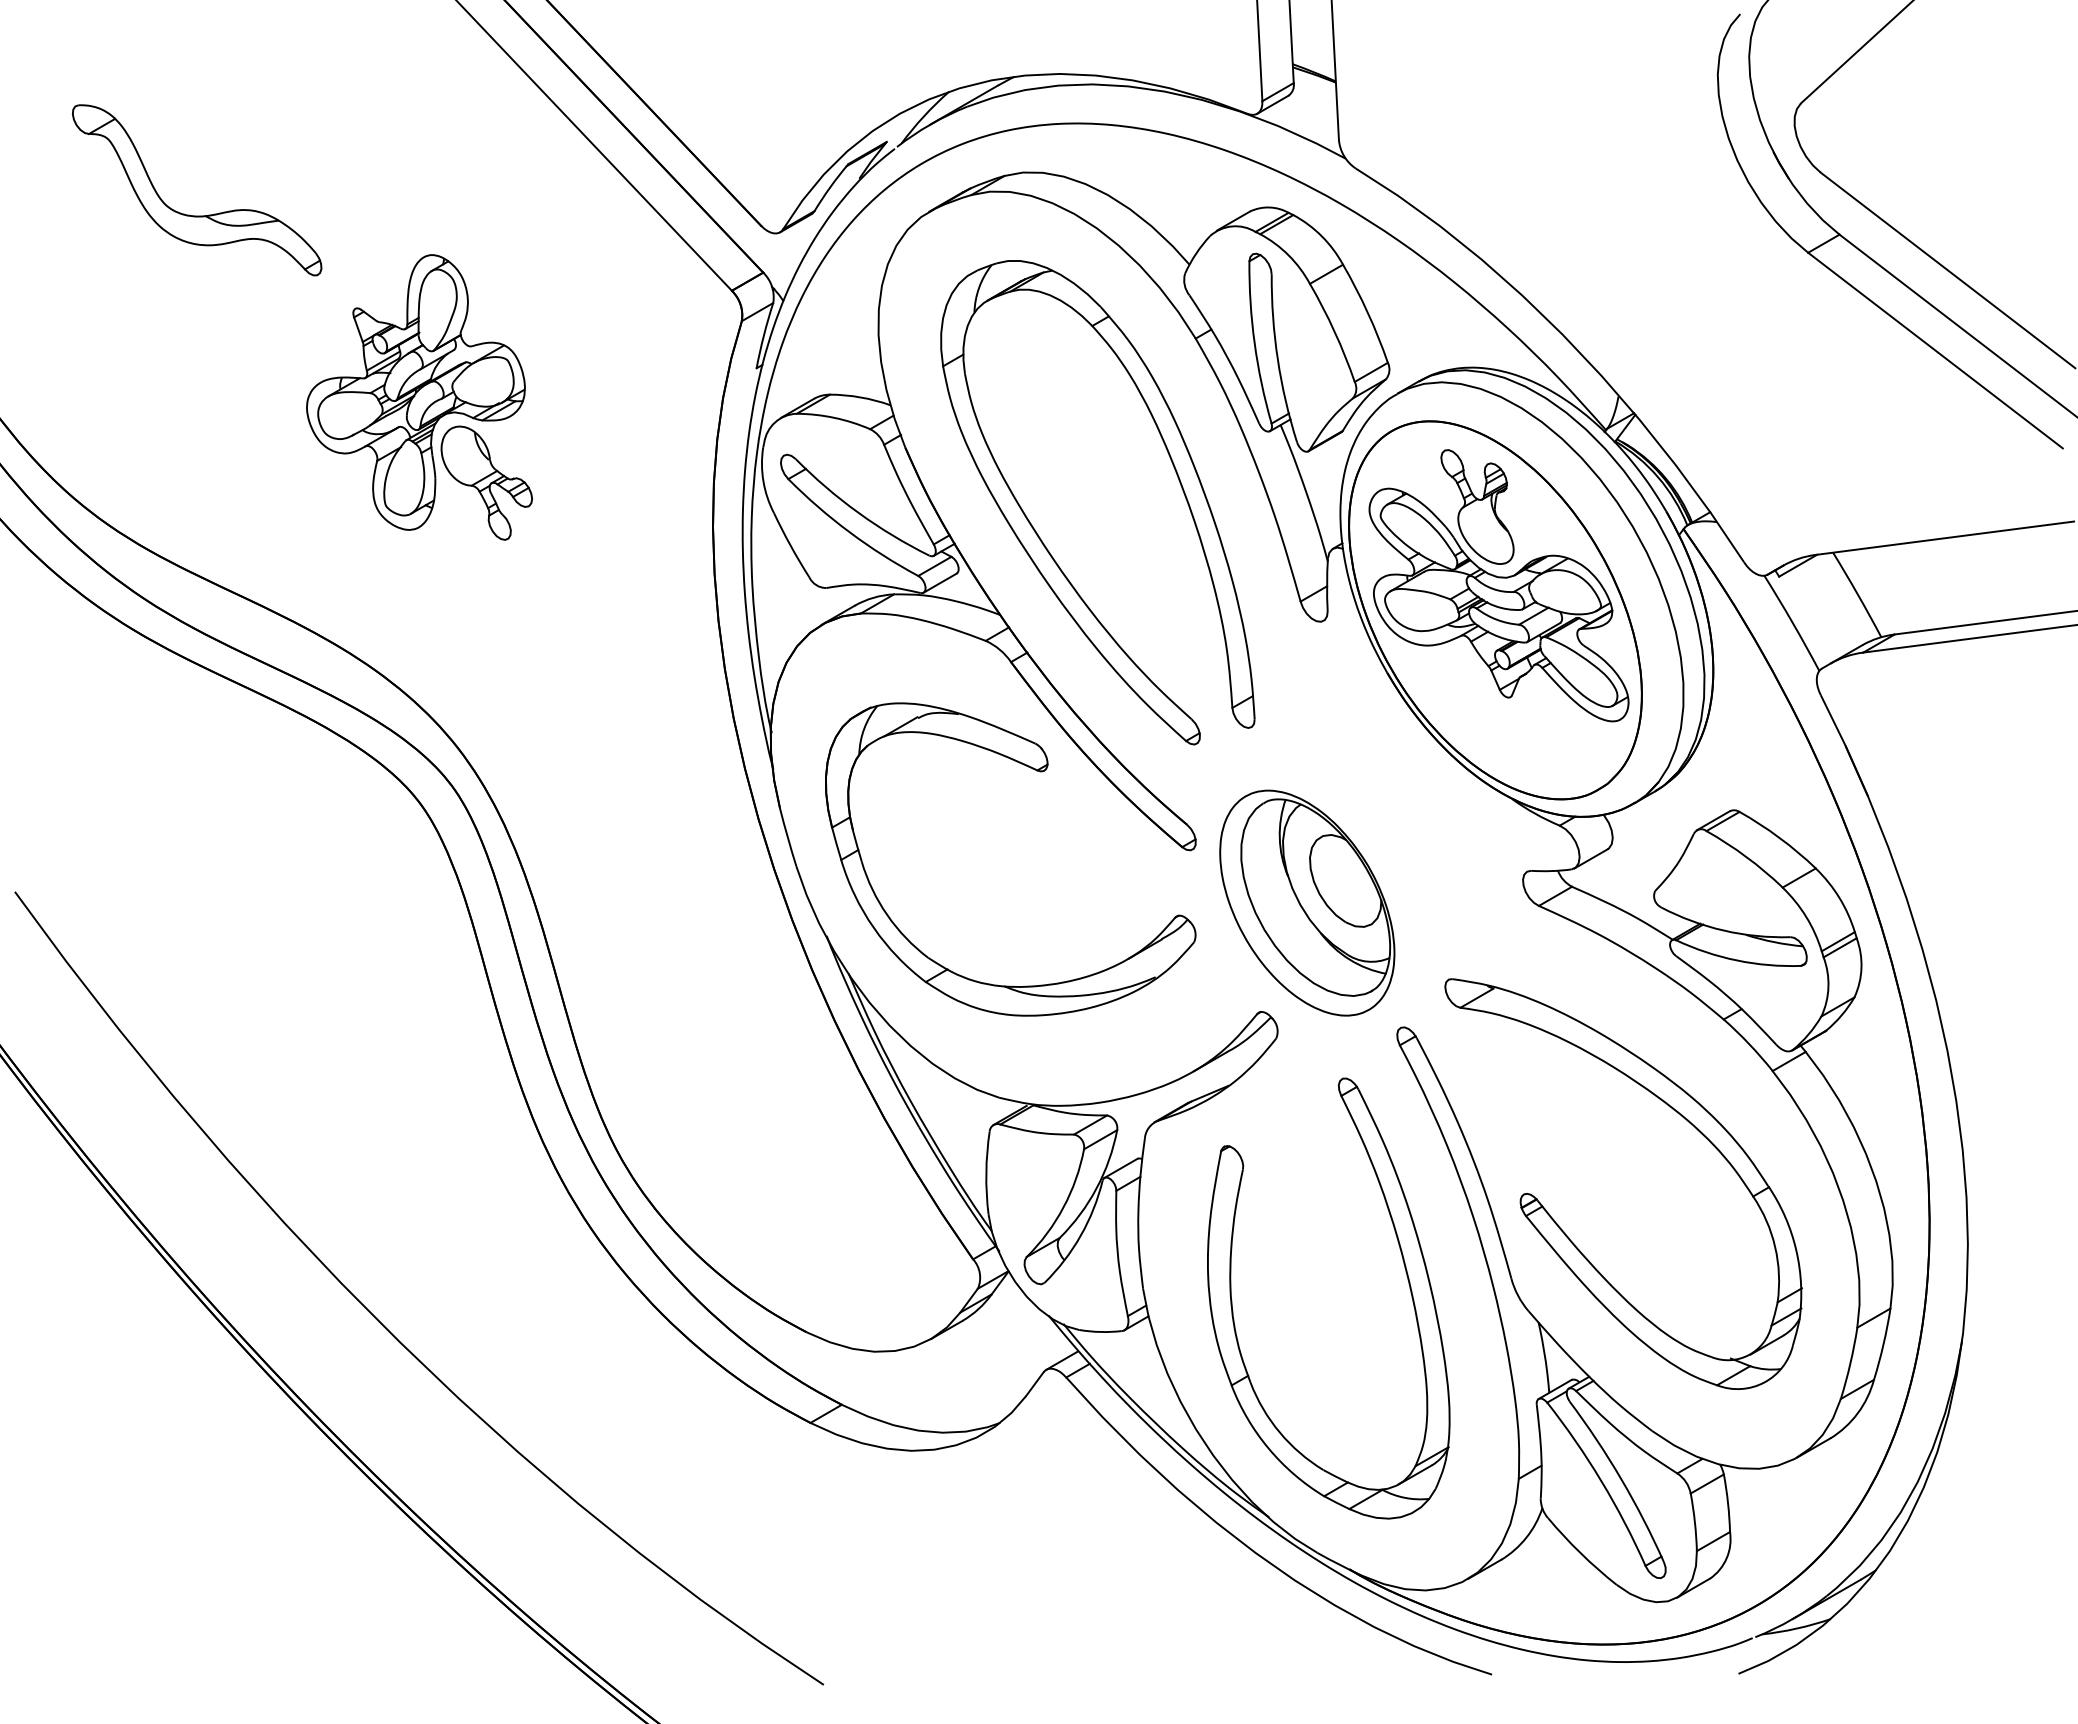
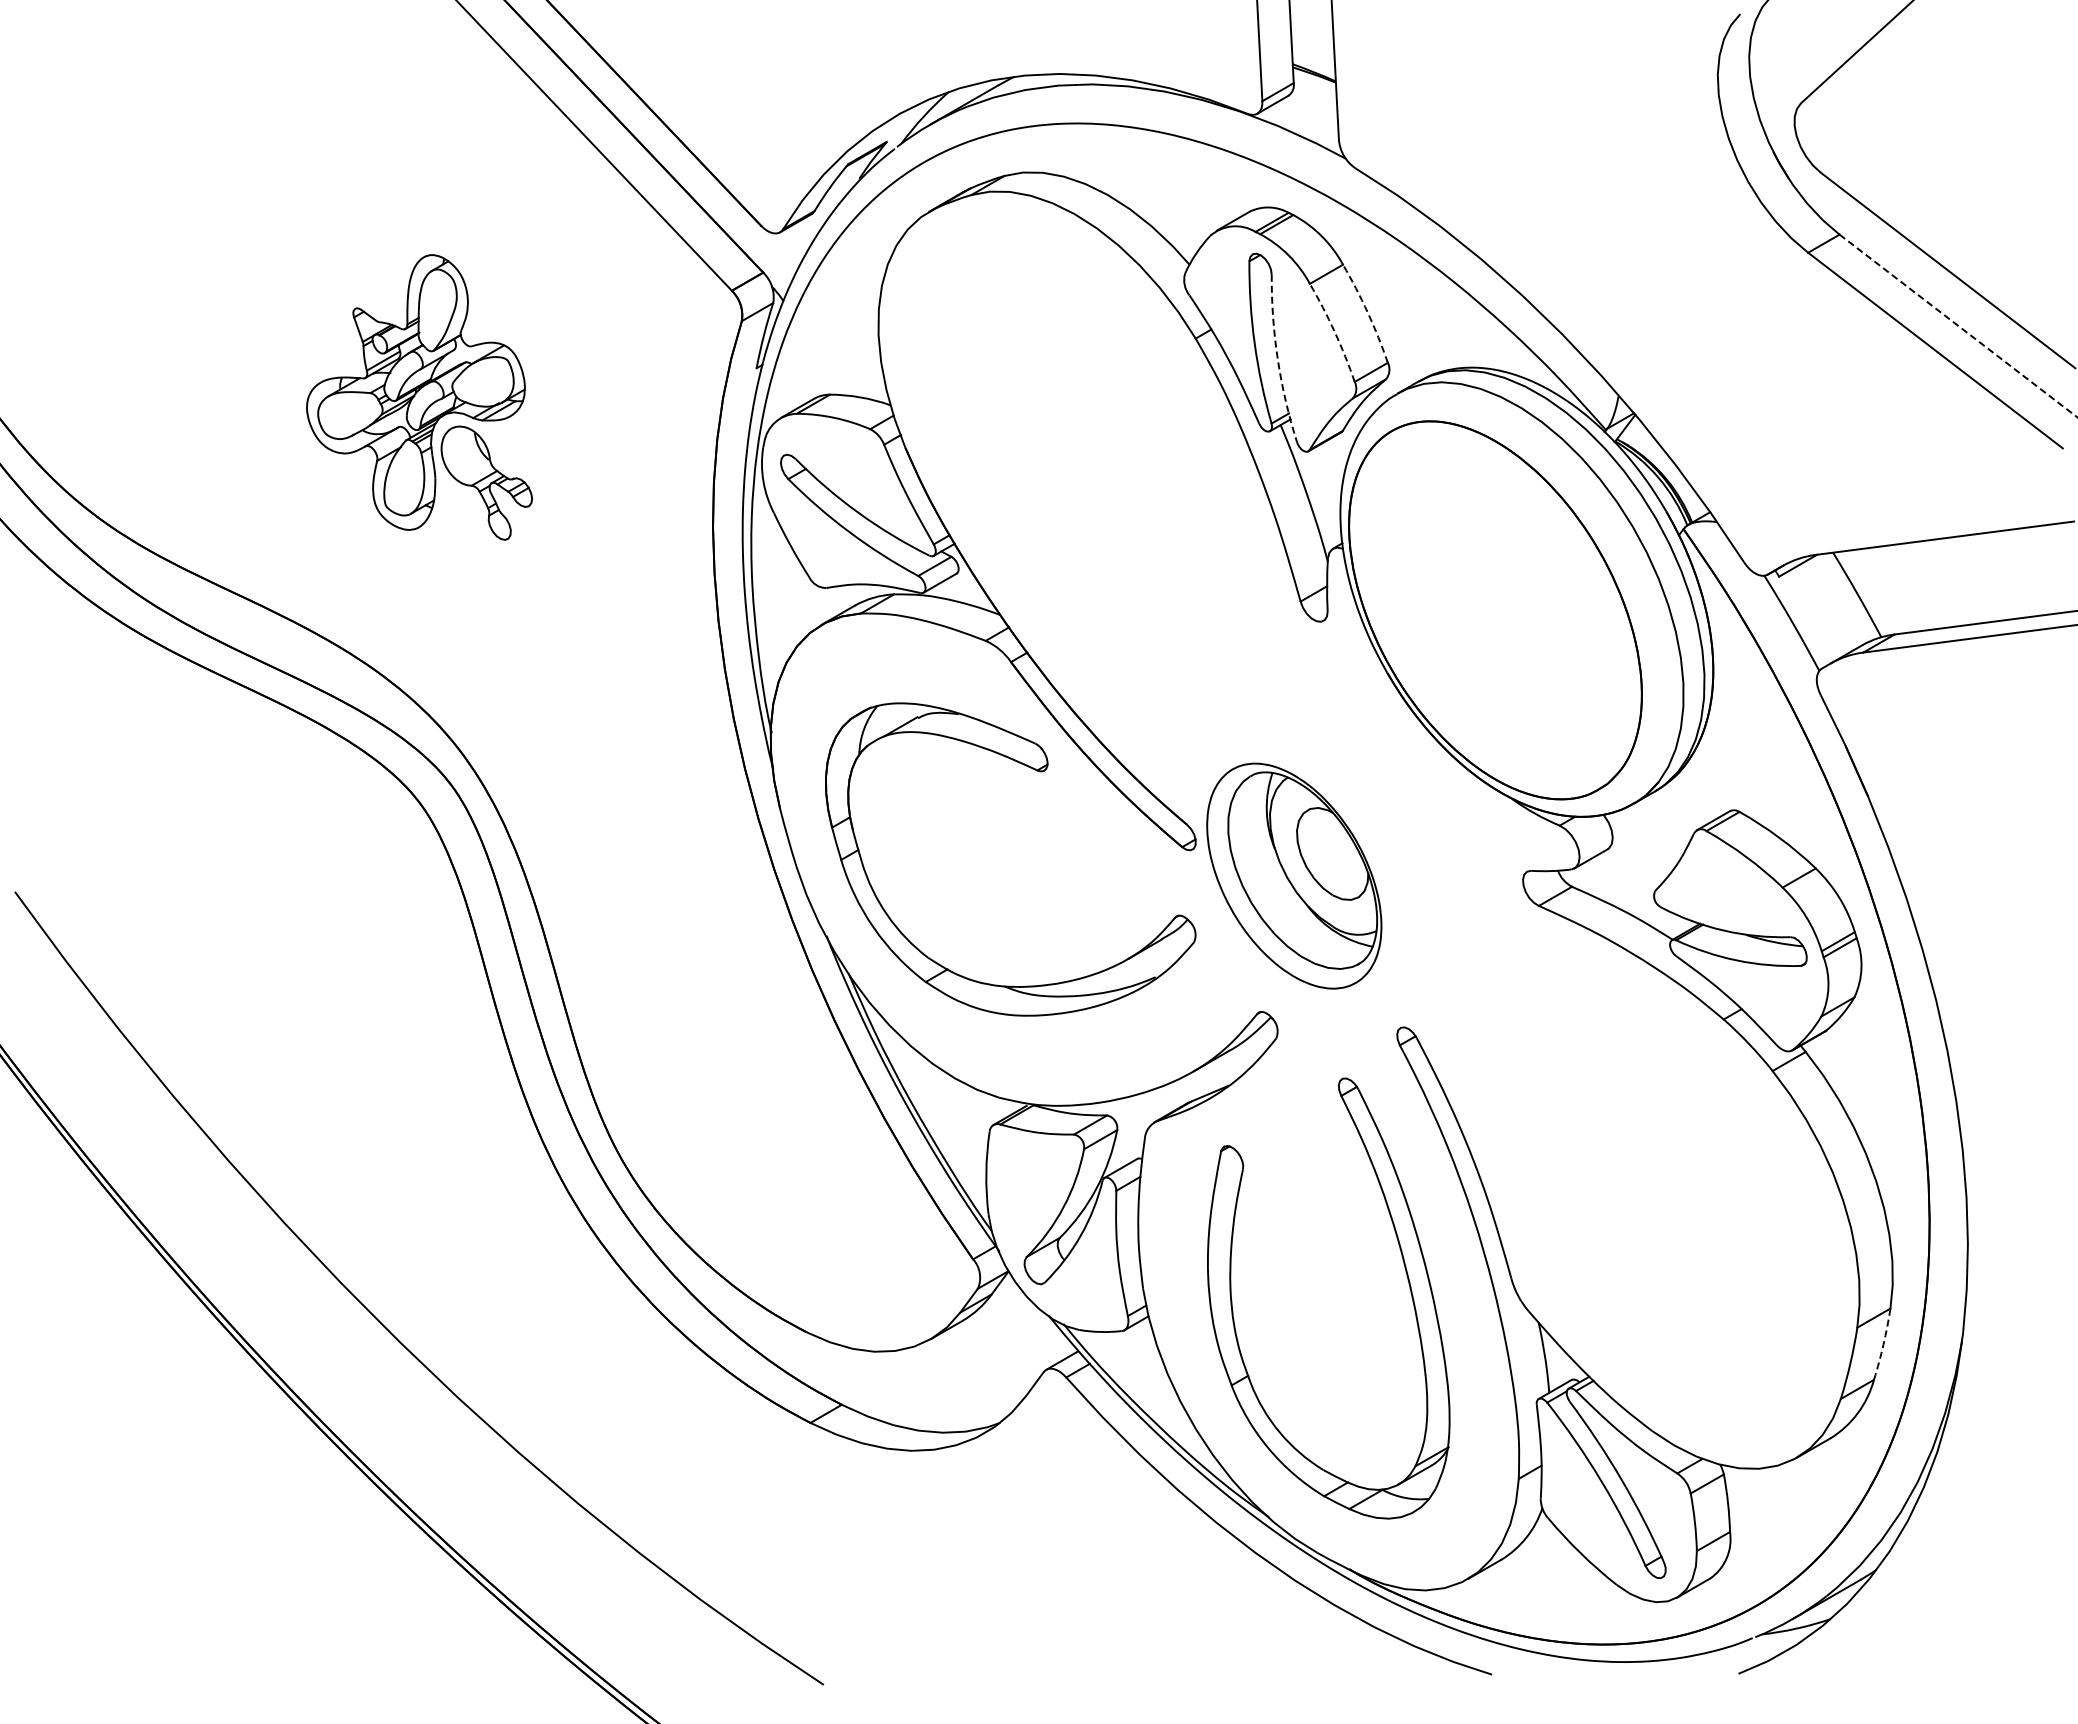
part at (197, 215): present -> none
arc at (1367, 312): solid -> dashed
line at (1958, 326): solid -> dashed
arc at (1334, 331): solid -> dashed
arc at (1277, 359): solid -> dashed
part at (1042, 540): present -> none
part at (1498, 585): present -> none
part at (1307, 902) position: (1307, 902) -> (1294, 875)
part at (1564, 1231): present -> none
arc at (1883, 1344): solid -> dashed
